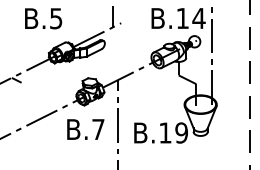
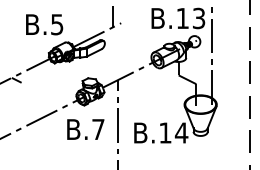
text at (43, 18) position: (43, 18) -> (44, 24)
text at (198, 18): B.14 -> B.13
text at (181, 132): B.19 -> B.14
